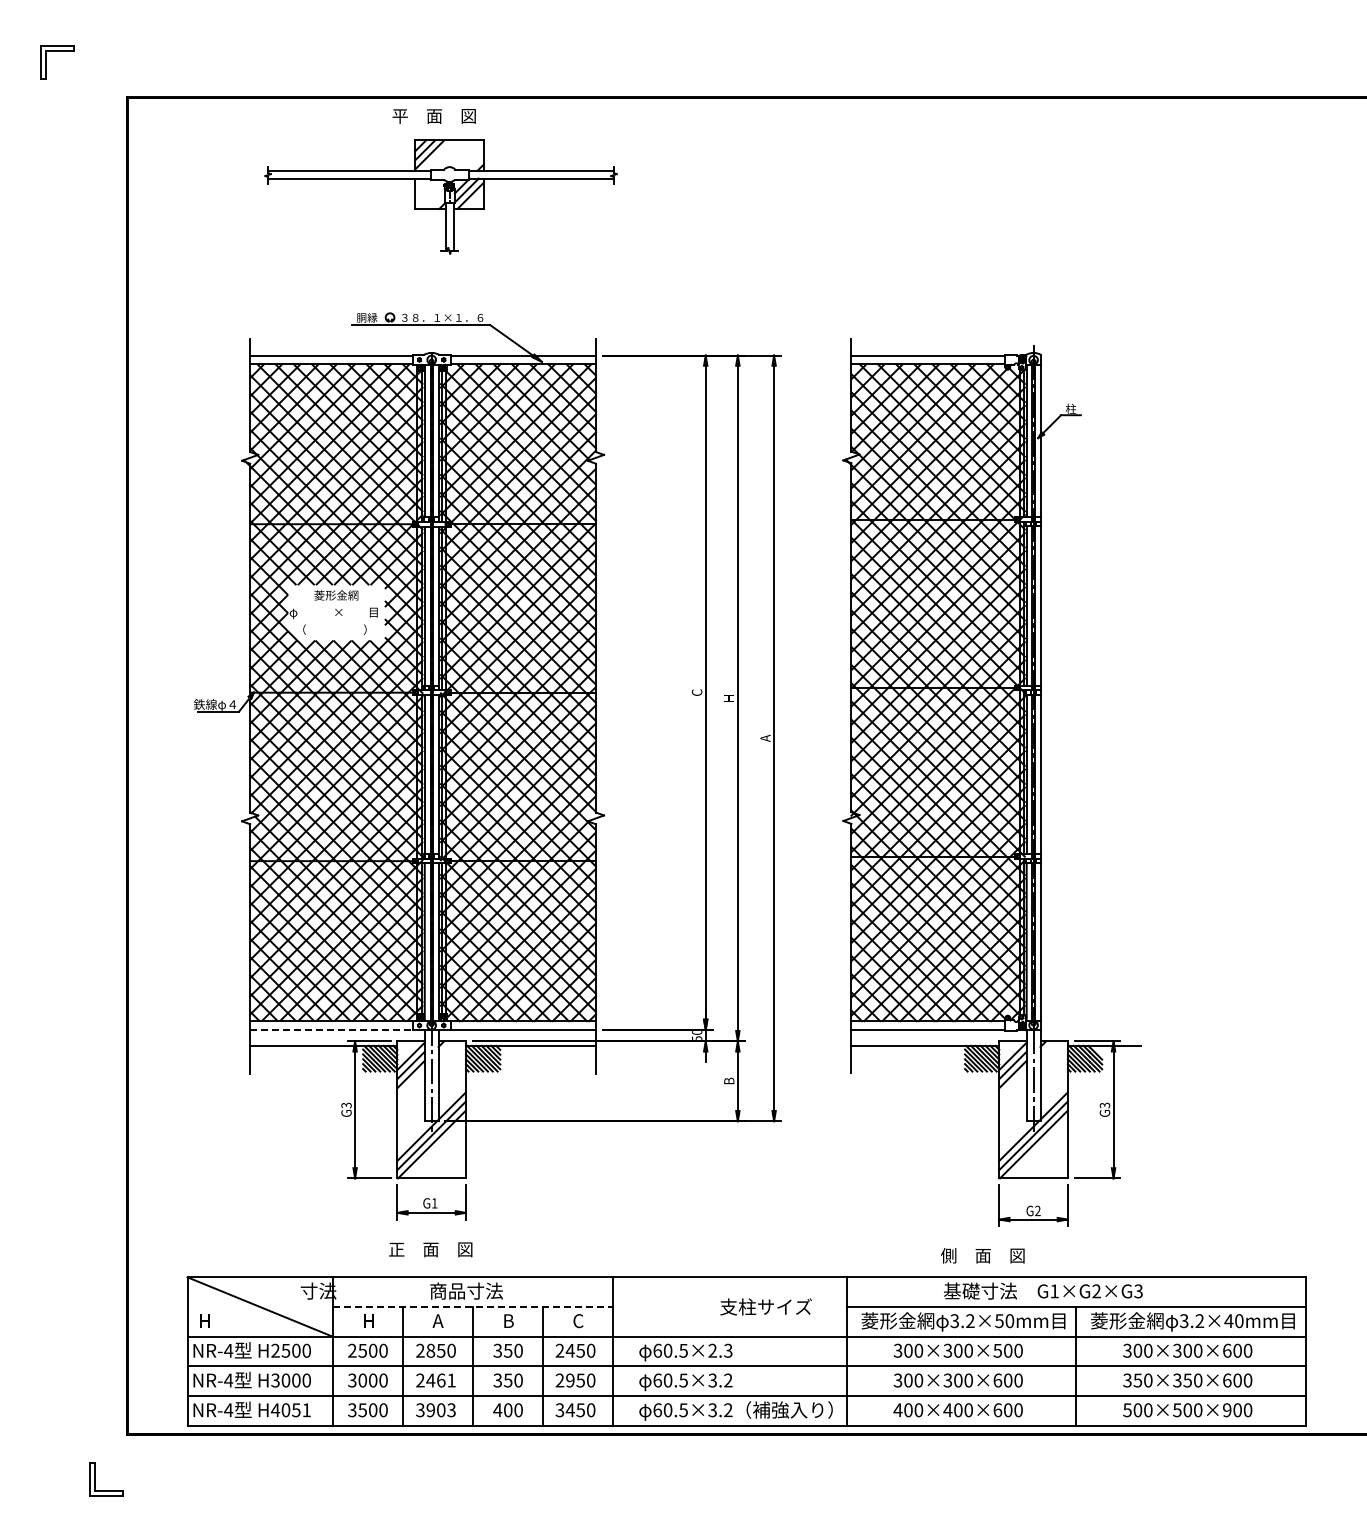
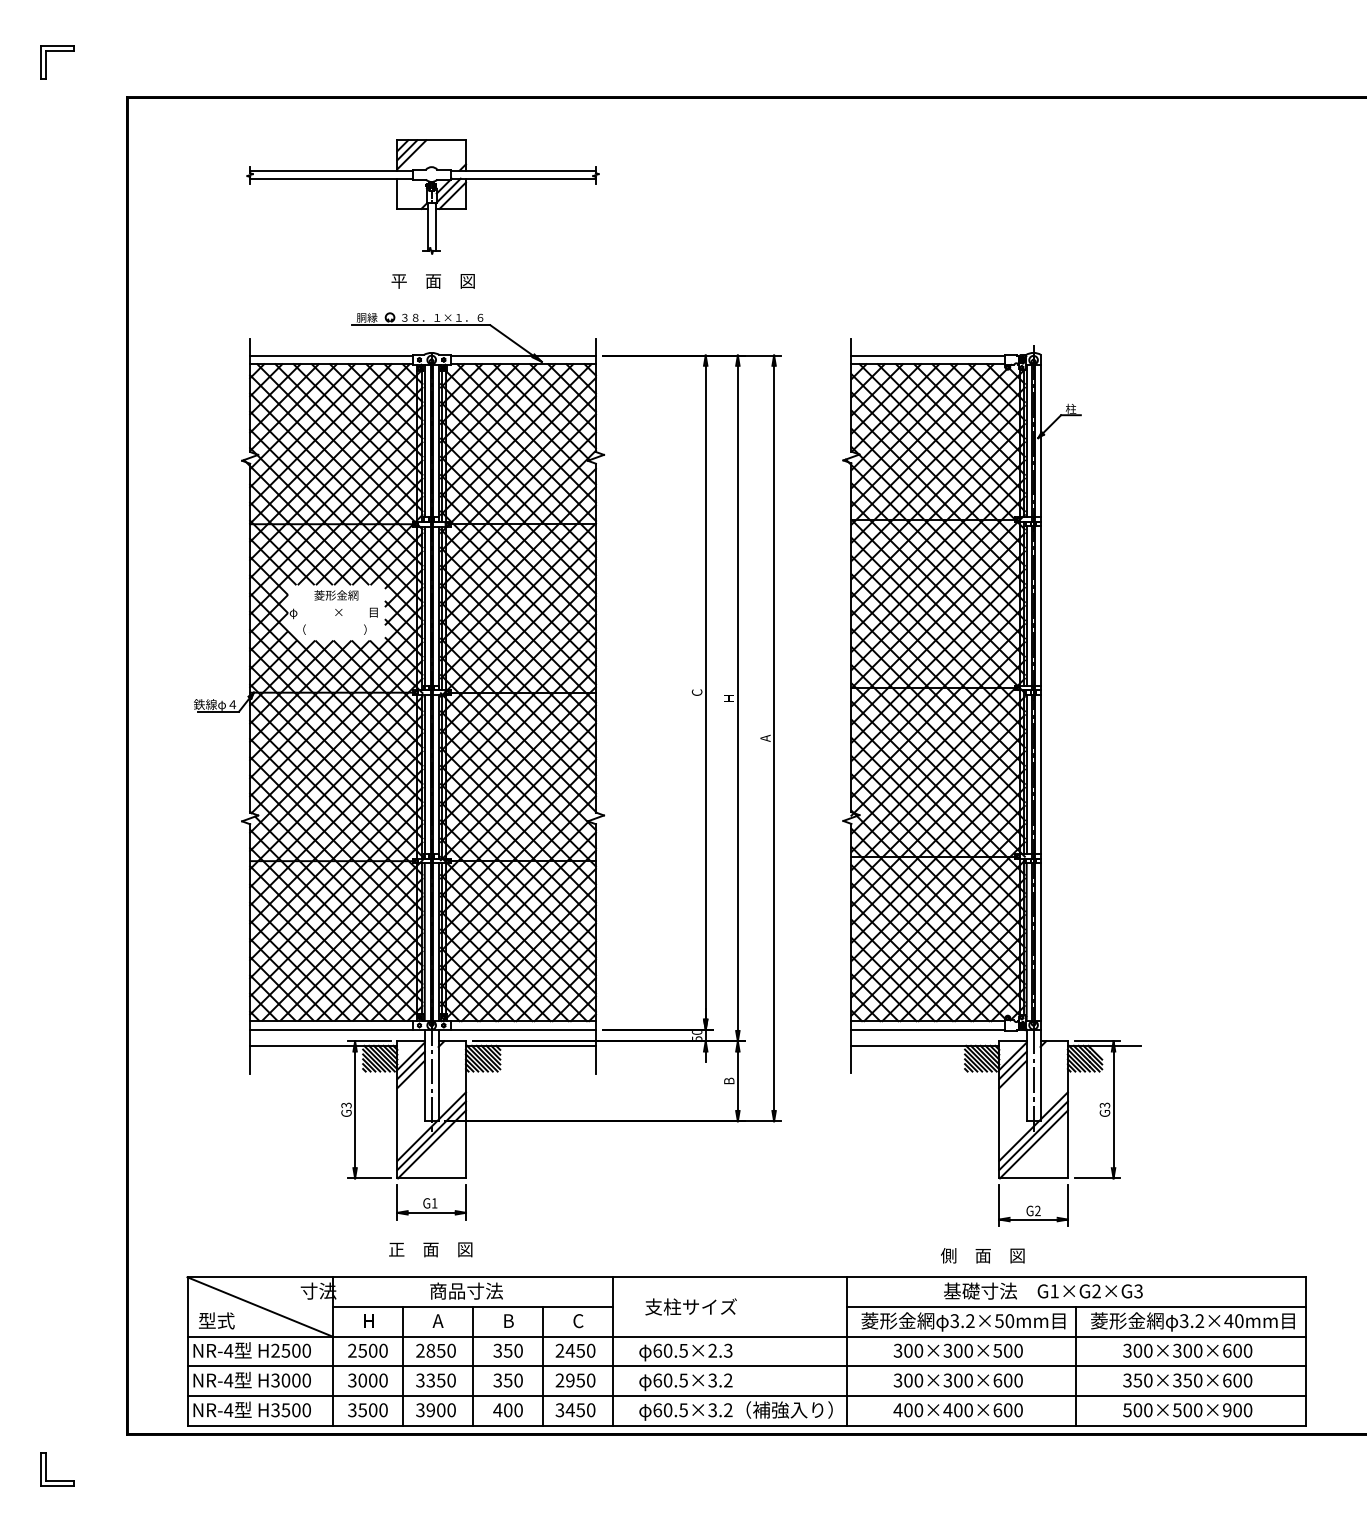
text at (433, 116) position: (433, 116) -> (432, 281)
part at (440, 196) position: (440, 196) -> (422, 196)
line at (331, 1029): dashed -> solid
text at (765, 1306) position: (765, 1306) -> (690, 1306)
line at (472, 1307): dashed -> solid
text at (216, 1320): H -> 型式
text at (435, 1380): 2461 -> 3350
text at (290, 1410): H4051 -> H3500
text at (451, 1410): 3903 -> 3900
part at (95, 1479) position: (95, 1479) -> (46, 1469)
